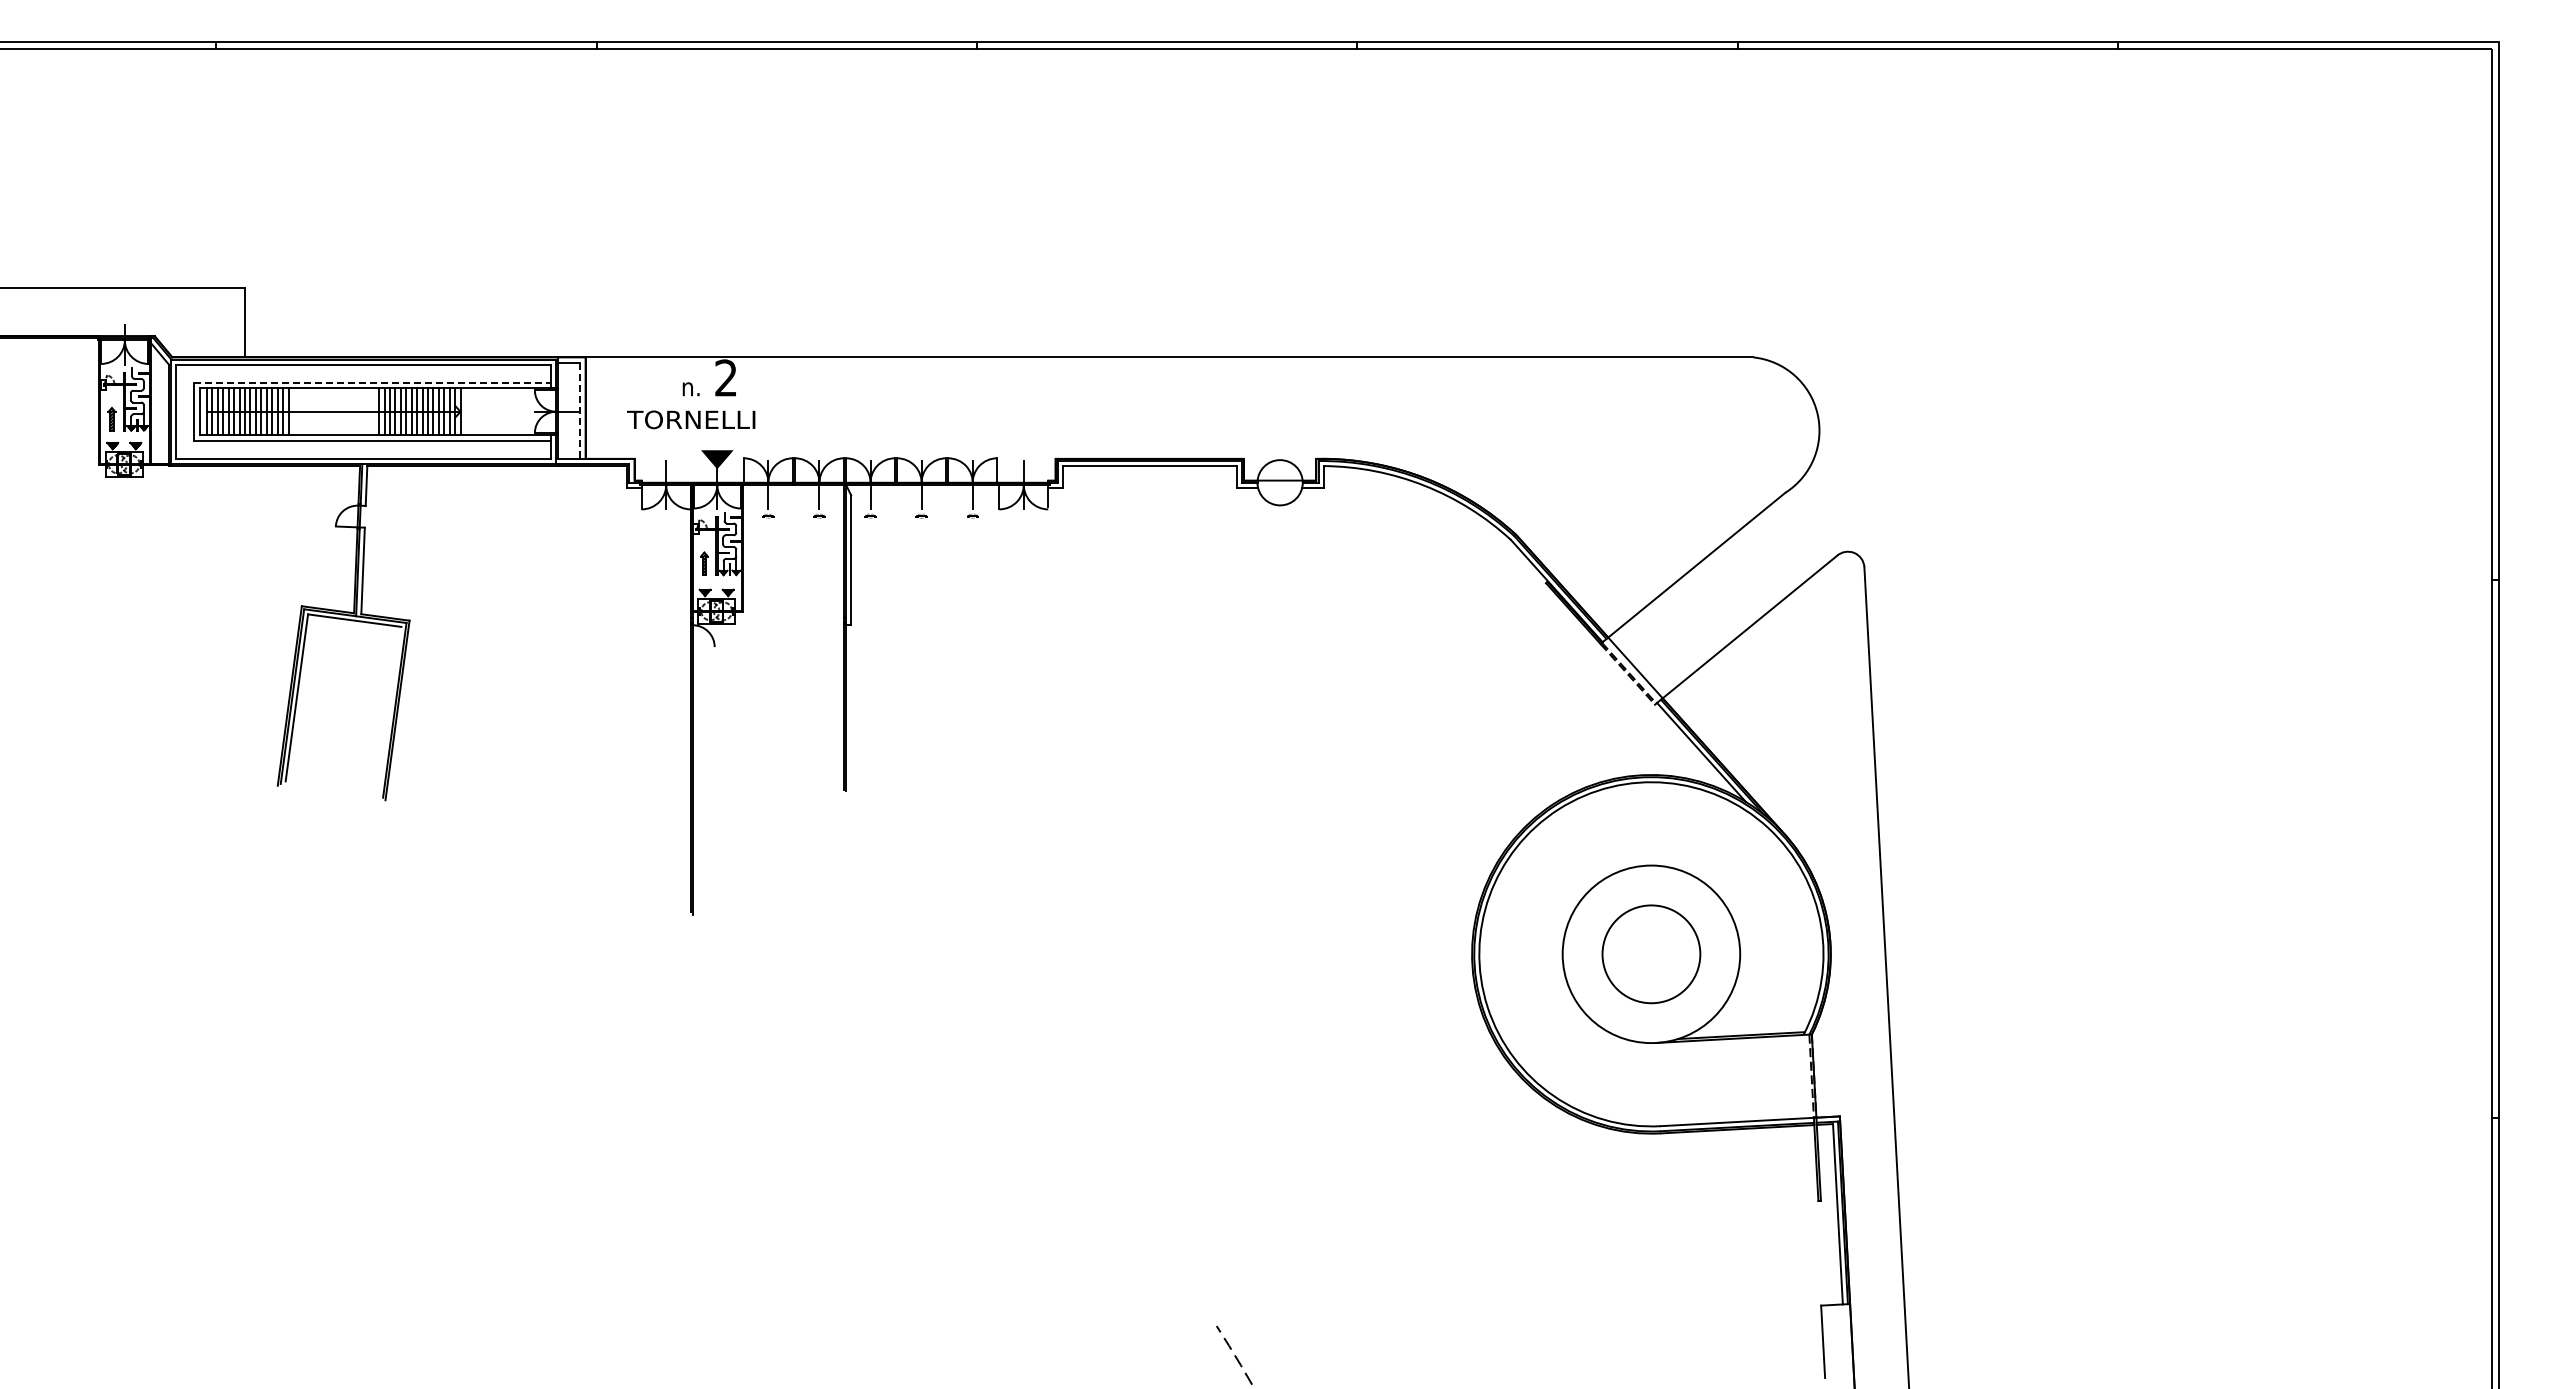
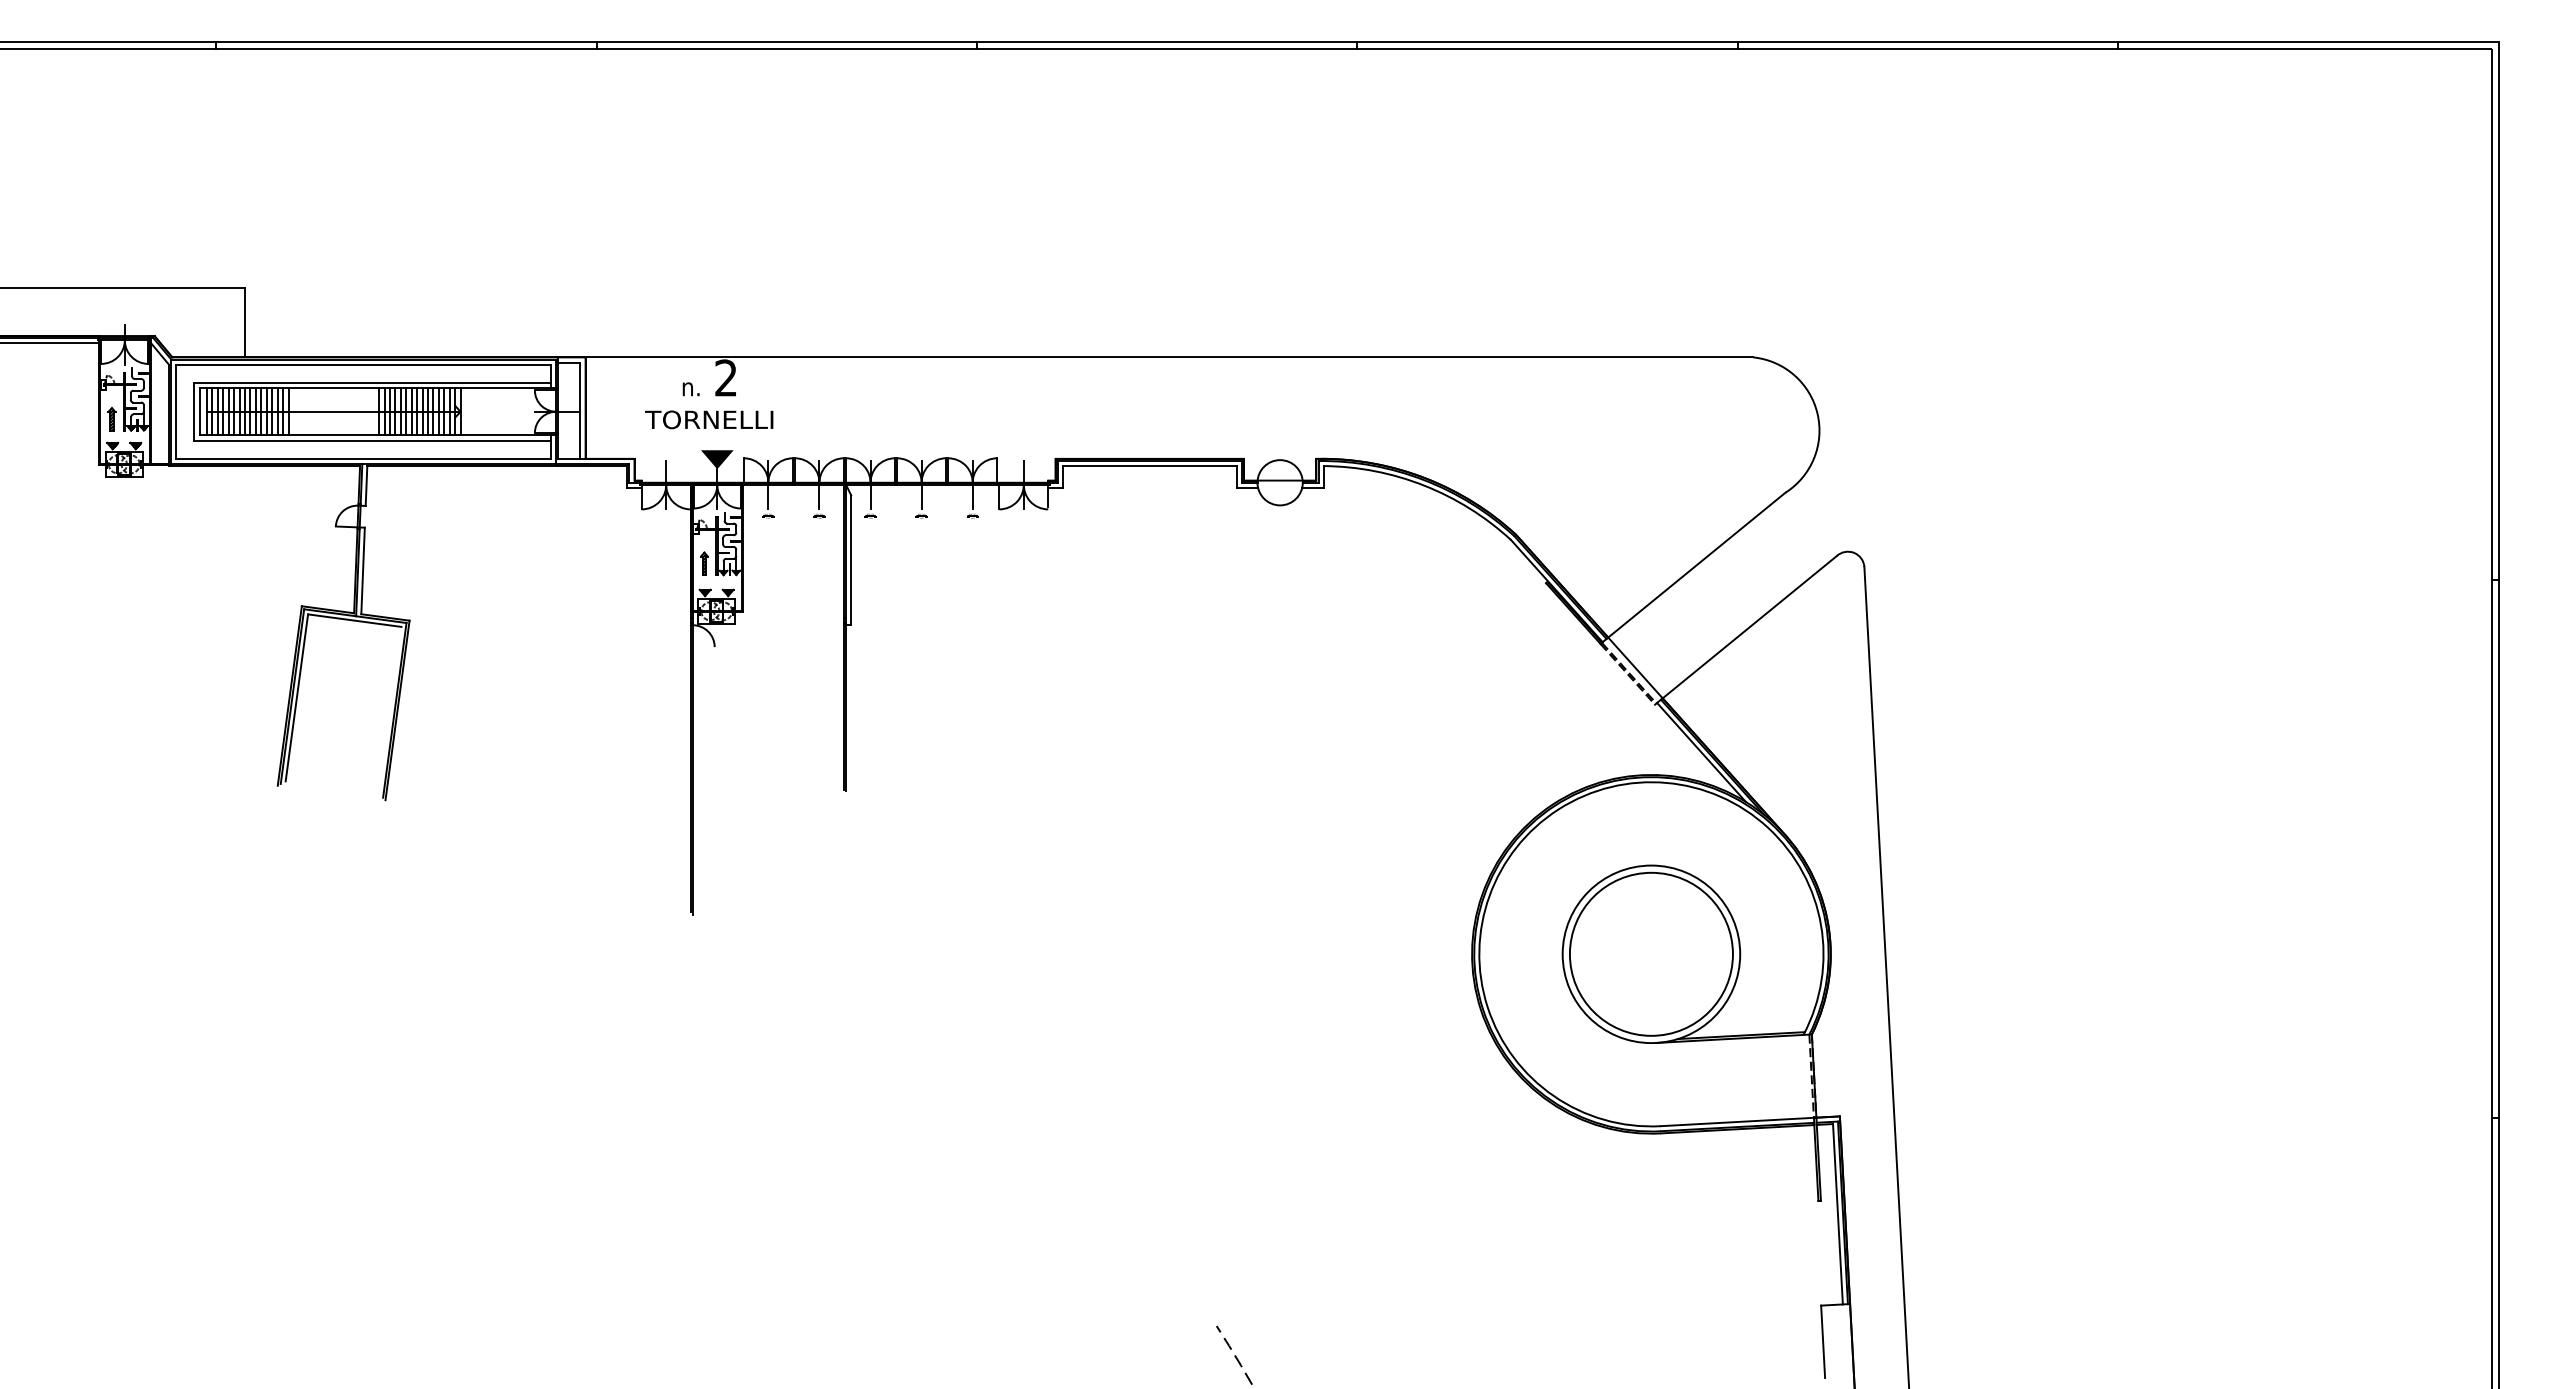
line at (50, 343): none -> present
line at (373, 382): dashed -> solid
line at (580, 411): dashed -> solid
text at (691, 419) position: (691, 419) -> (709, 419)
circle at (1651, 954) diameter: 98 px -> 163 px
